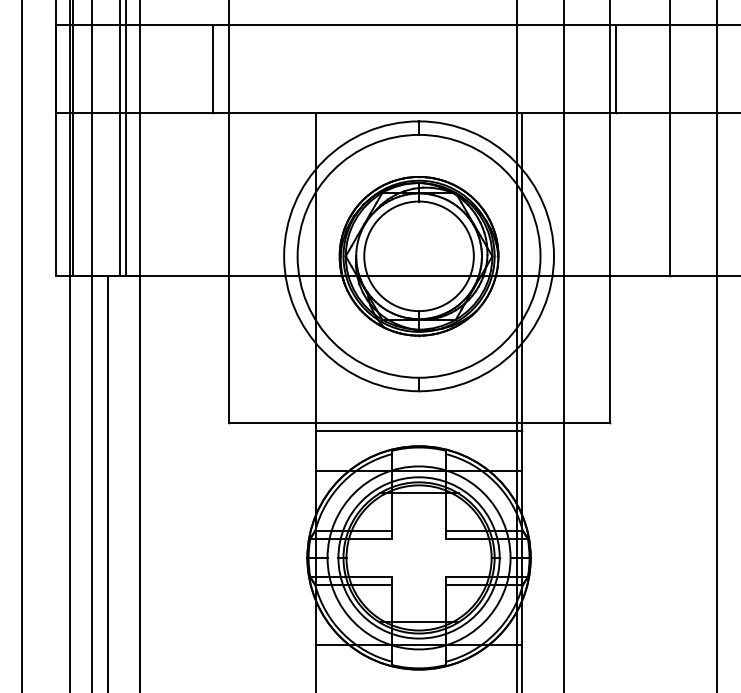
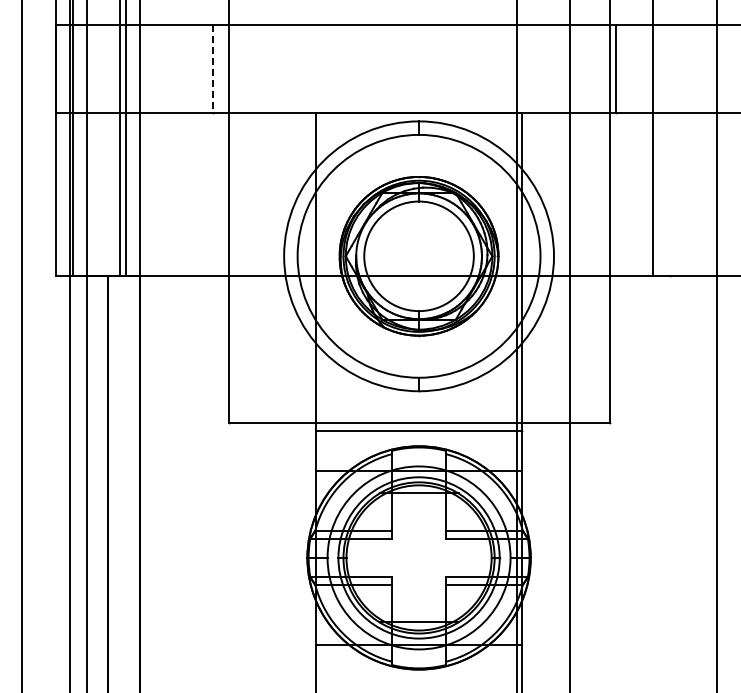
line at (213, 69): solid -> dashed
line at (669, 138) position: (669, 138) -> (652, 138)
line at (92, 345) position: (92, 345) -> (87, 345)
line at (564, 345) position: (564, 345) -> (570, 345)
